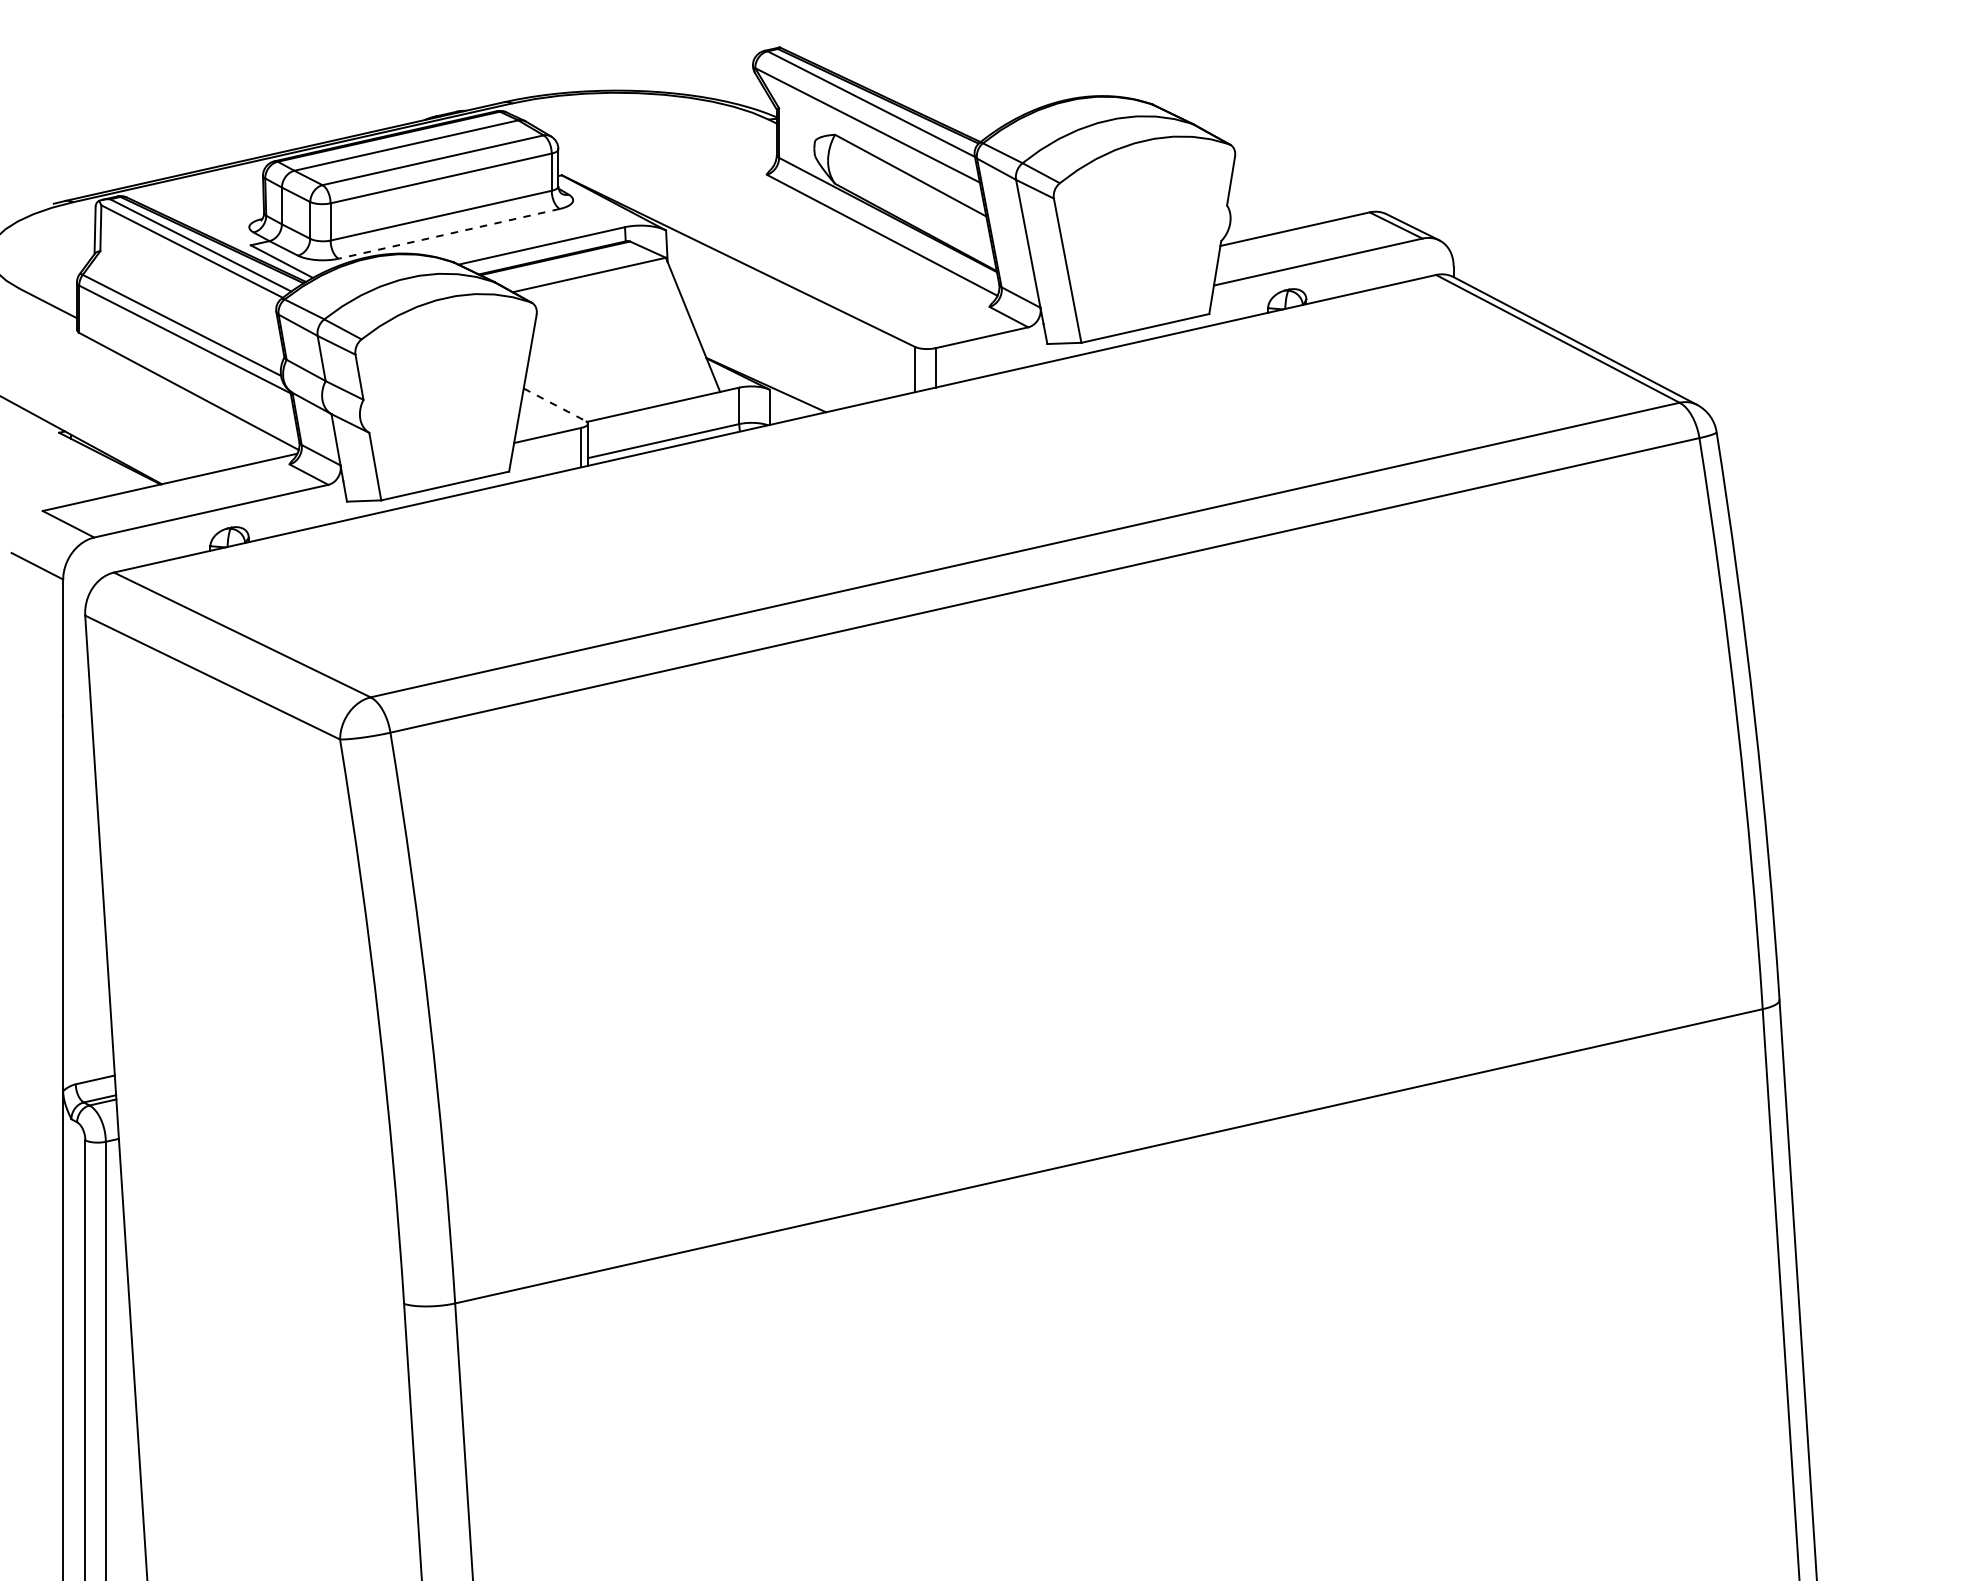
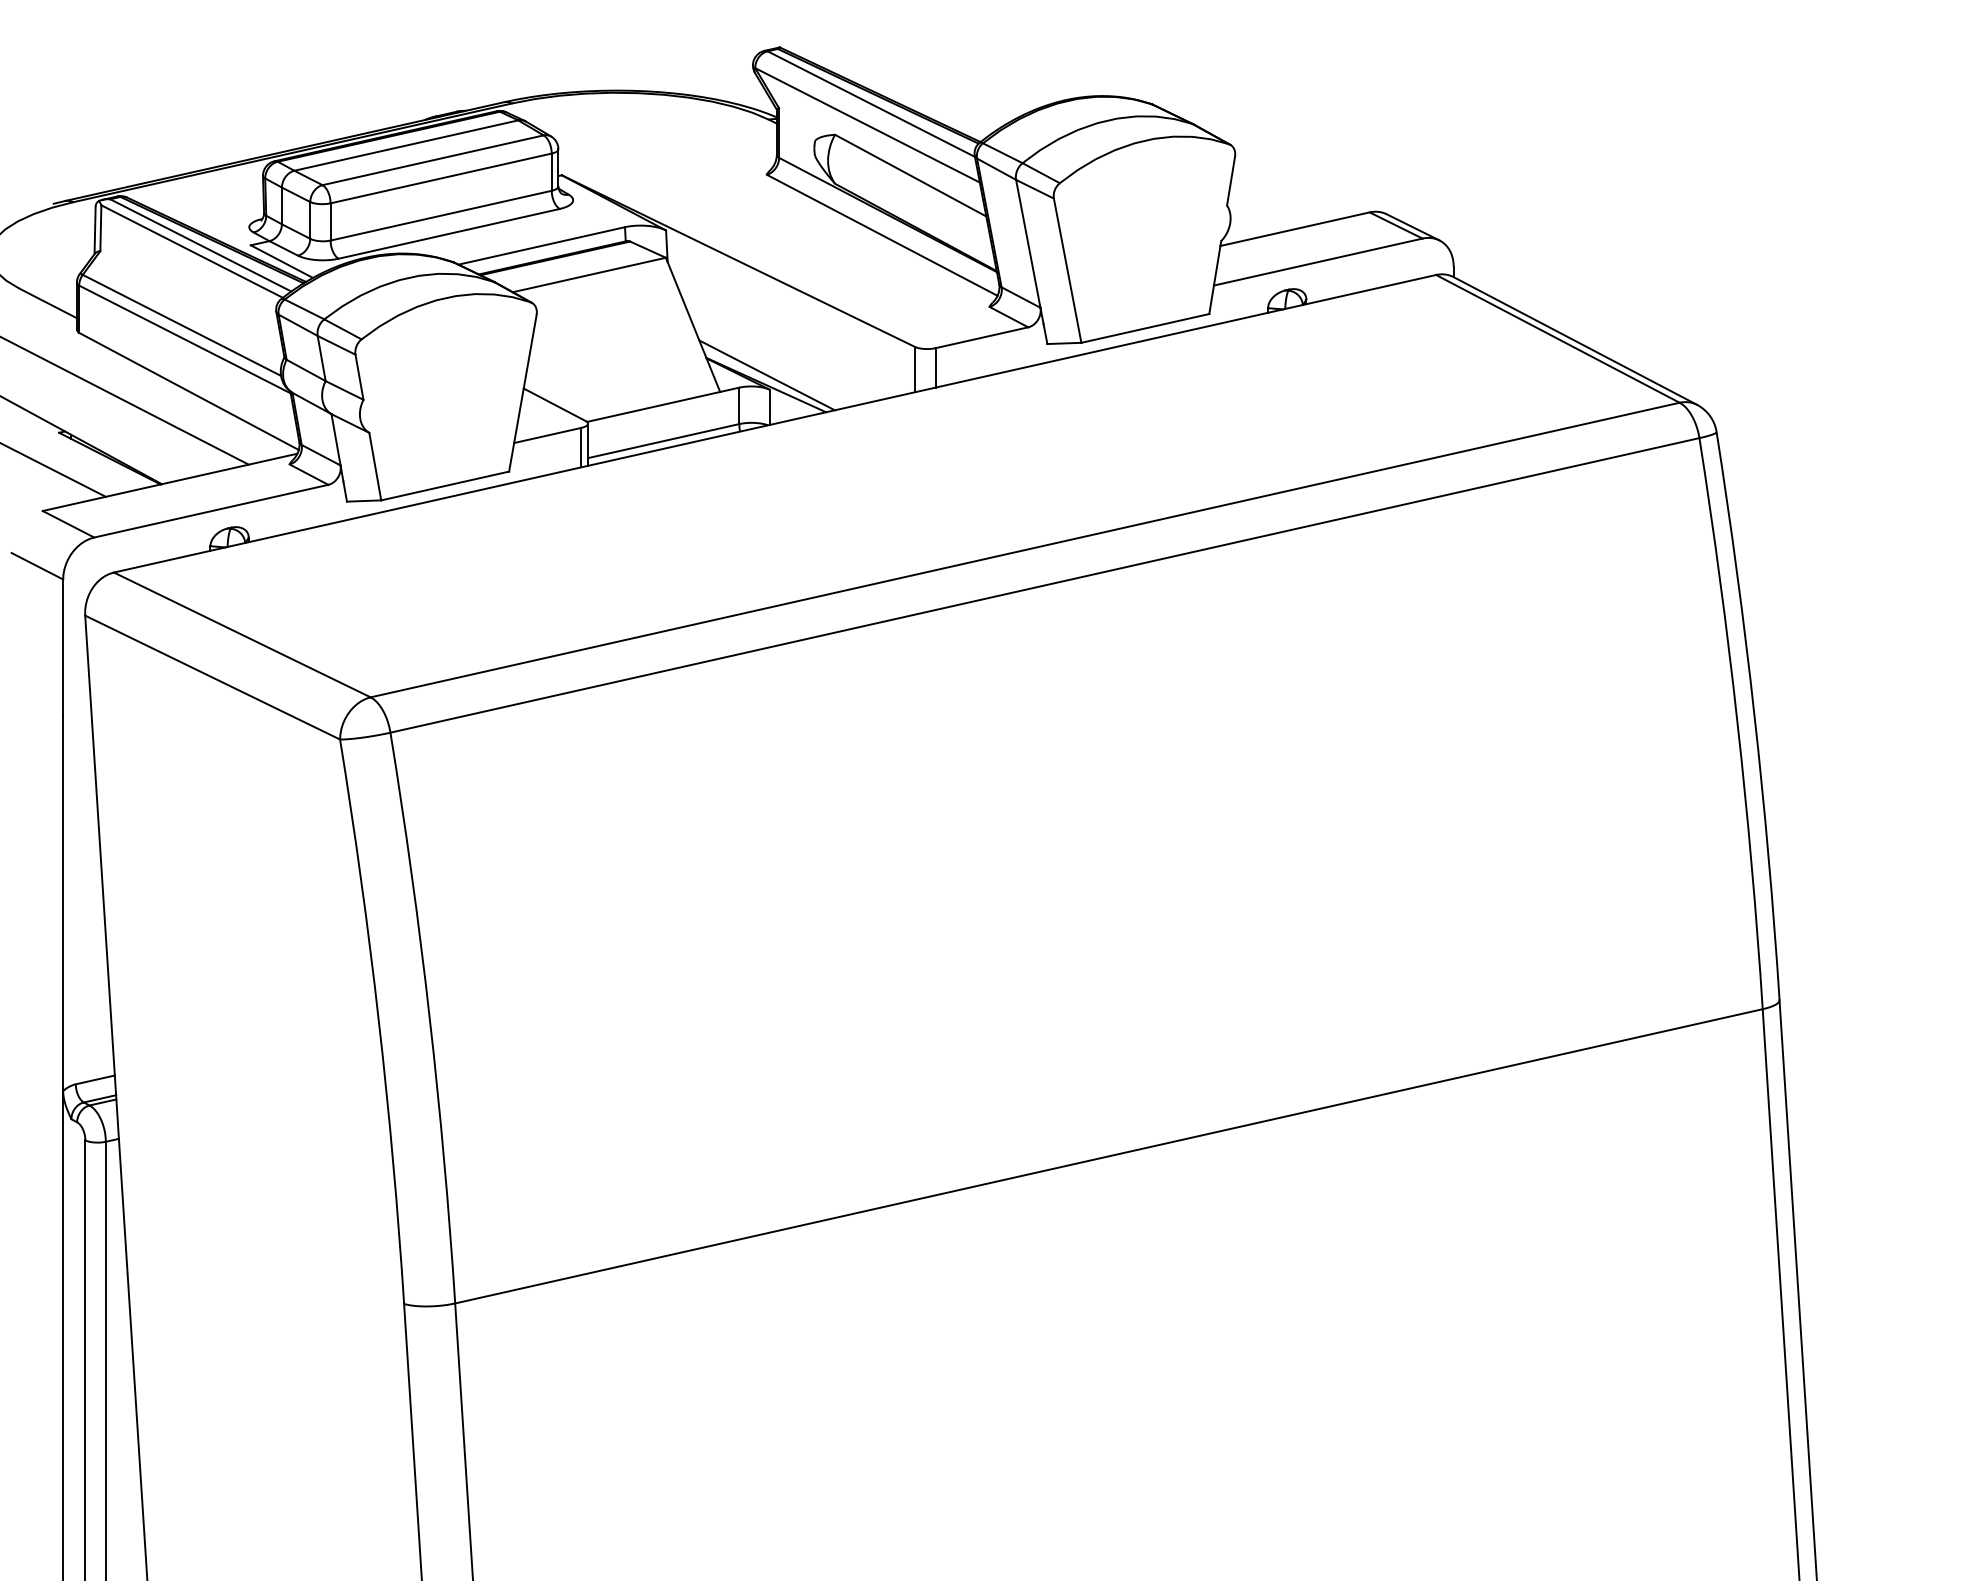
line at (448, 233): dashed -> solid
line at (766, 375): none -> present
line at (125, 400): none -> present
line at (555, 405): dashed -> solid
line at (53, 470): none -> present
